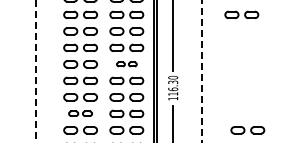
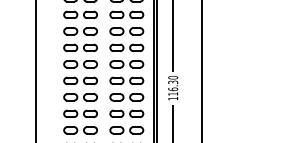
part at (241, 14): present -> none
part at (126, 64) size: 22x7 px -> 36x9 px
line at (35, 71): dashed -> solid
line at (201, 71): dashed -> solid
part at (80, 113) size: 25x7 px -> 35x9 px
part at (247, 130): present -> none
